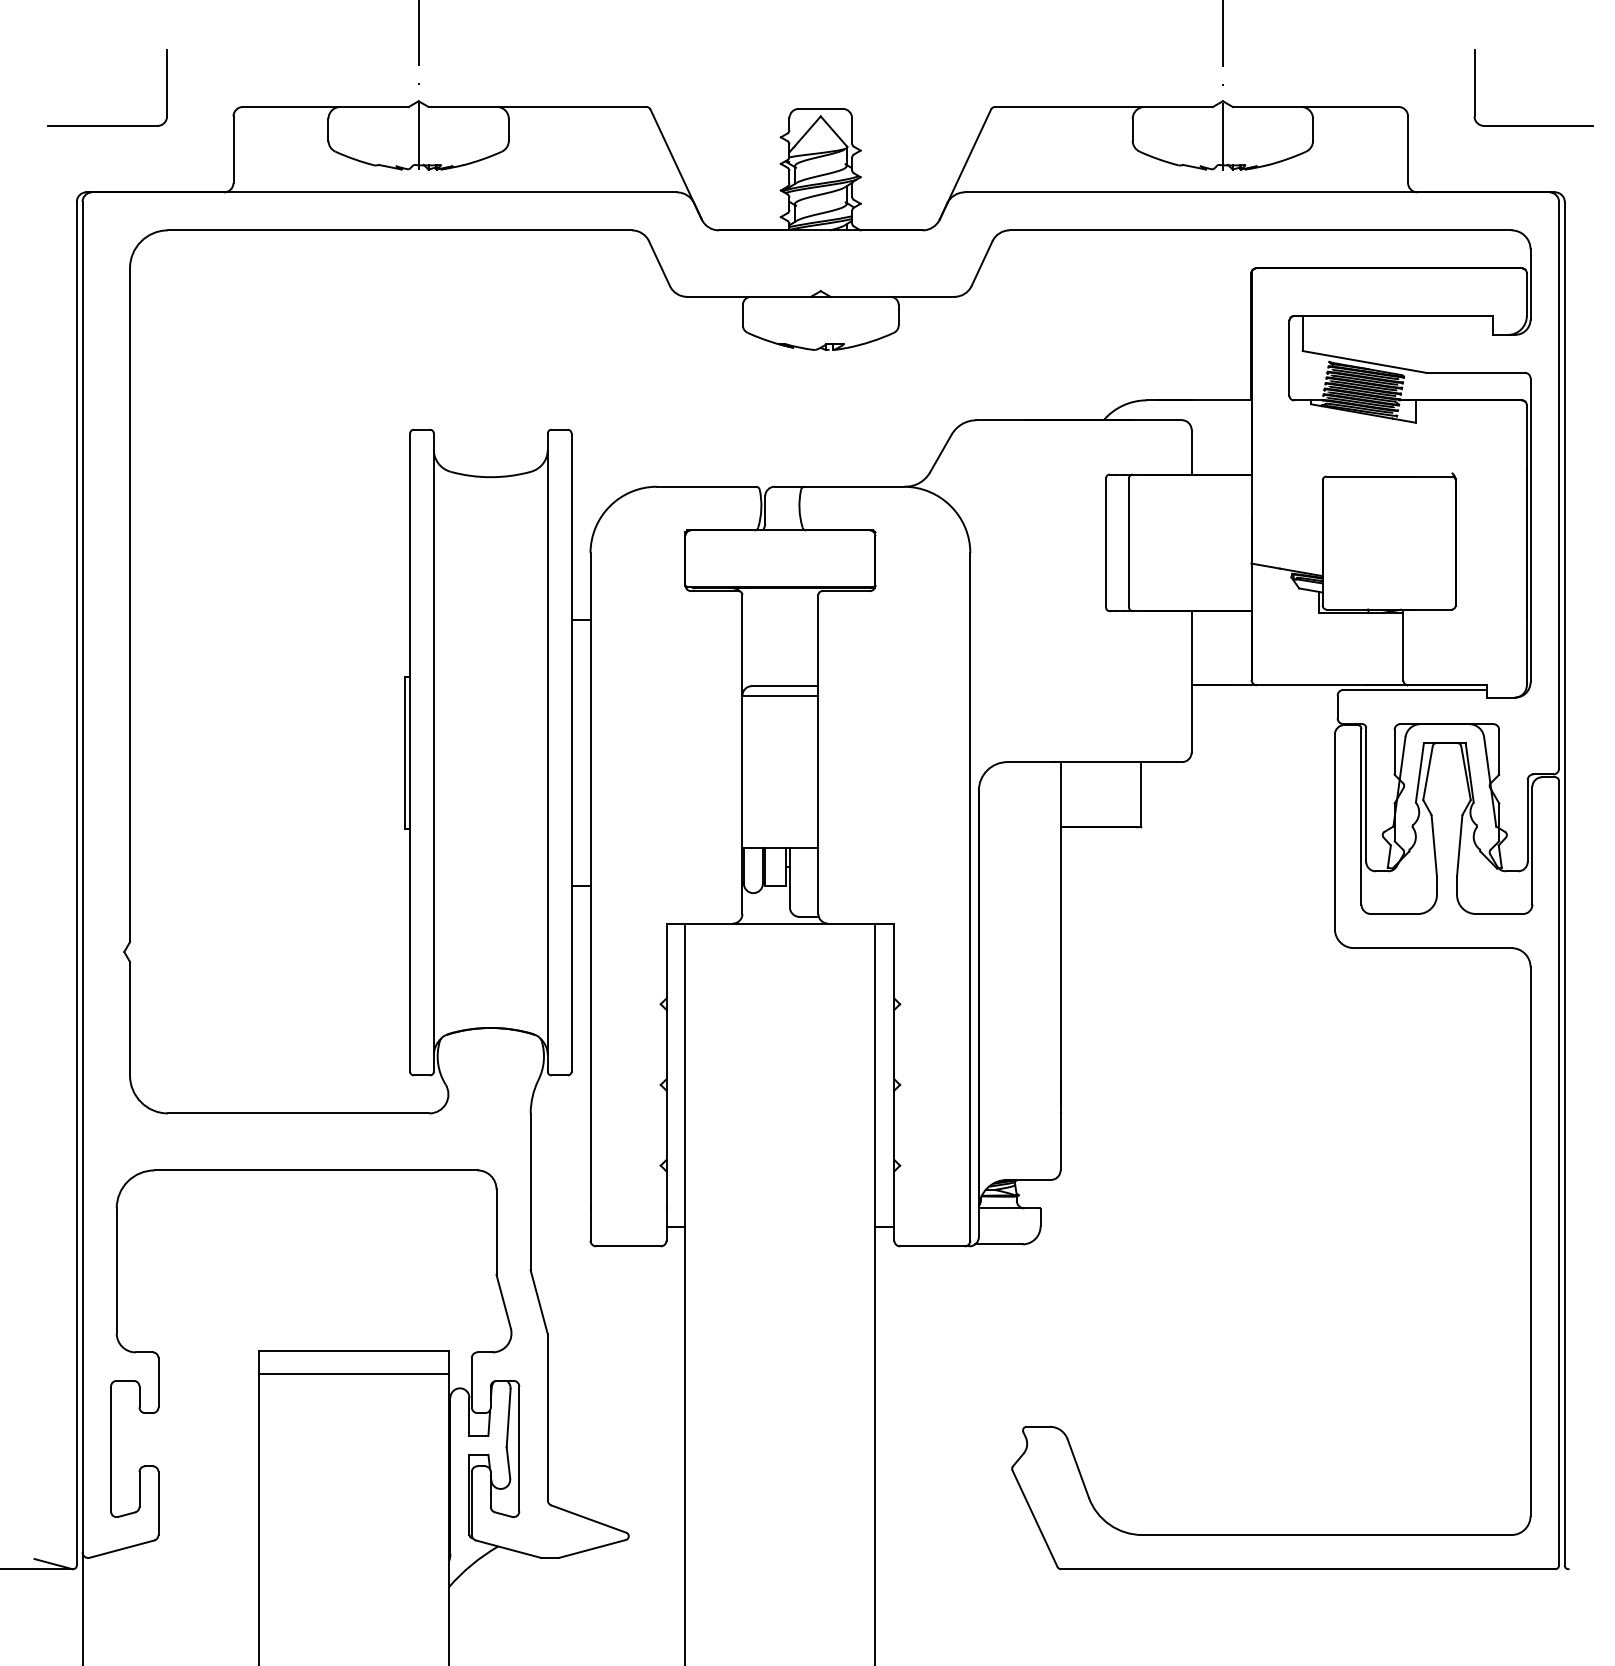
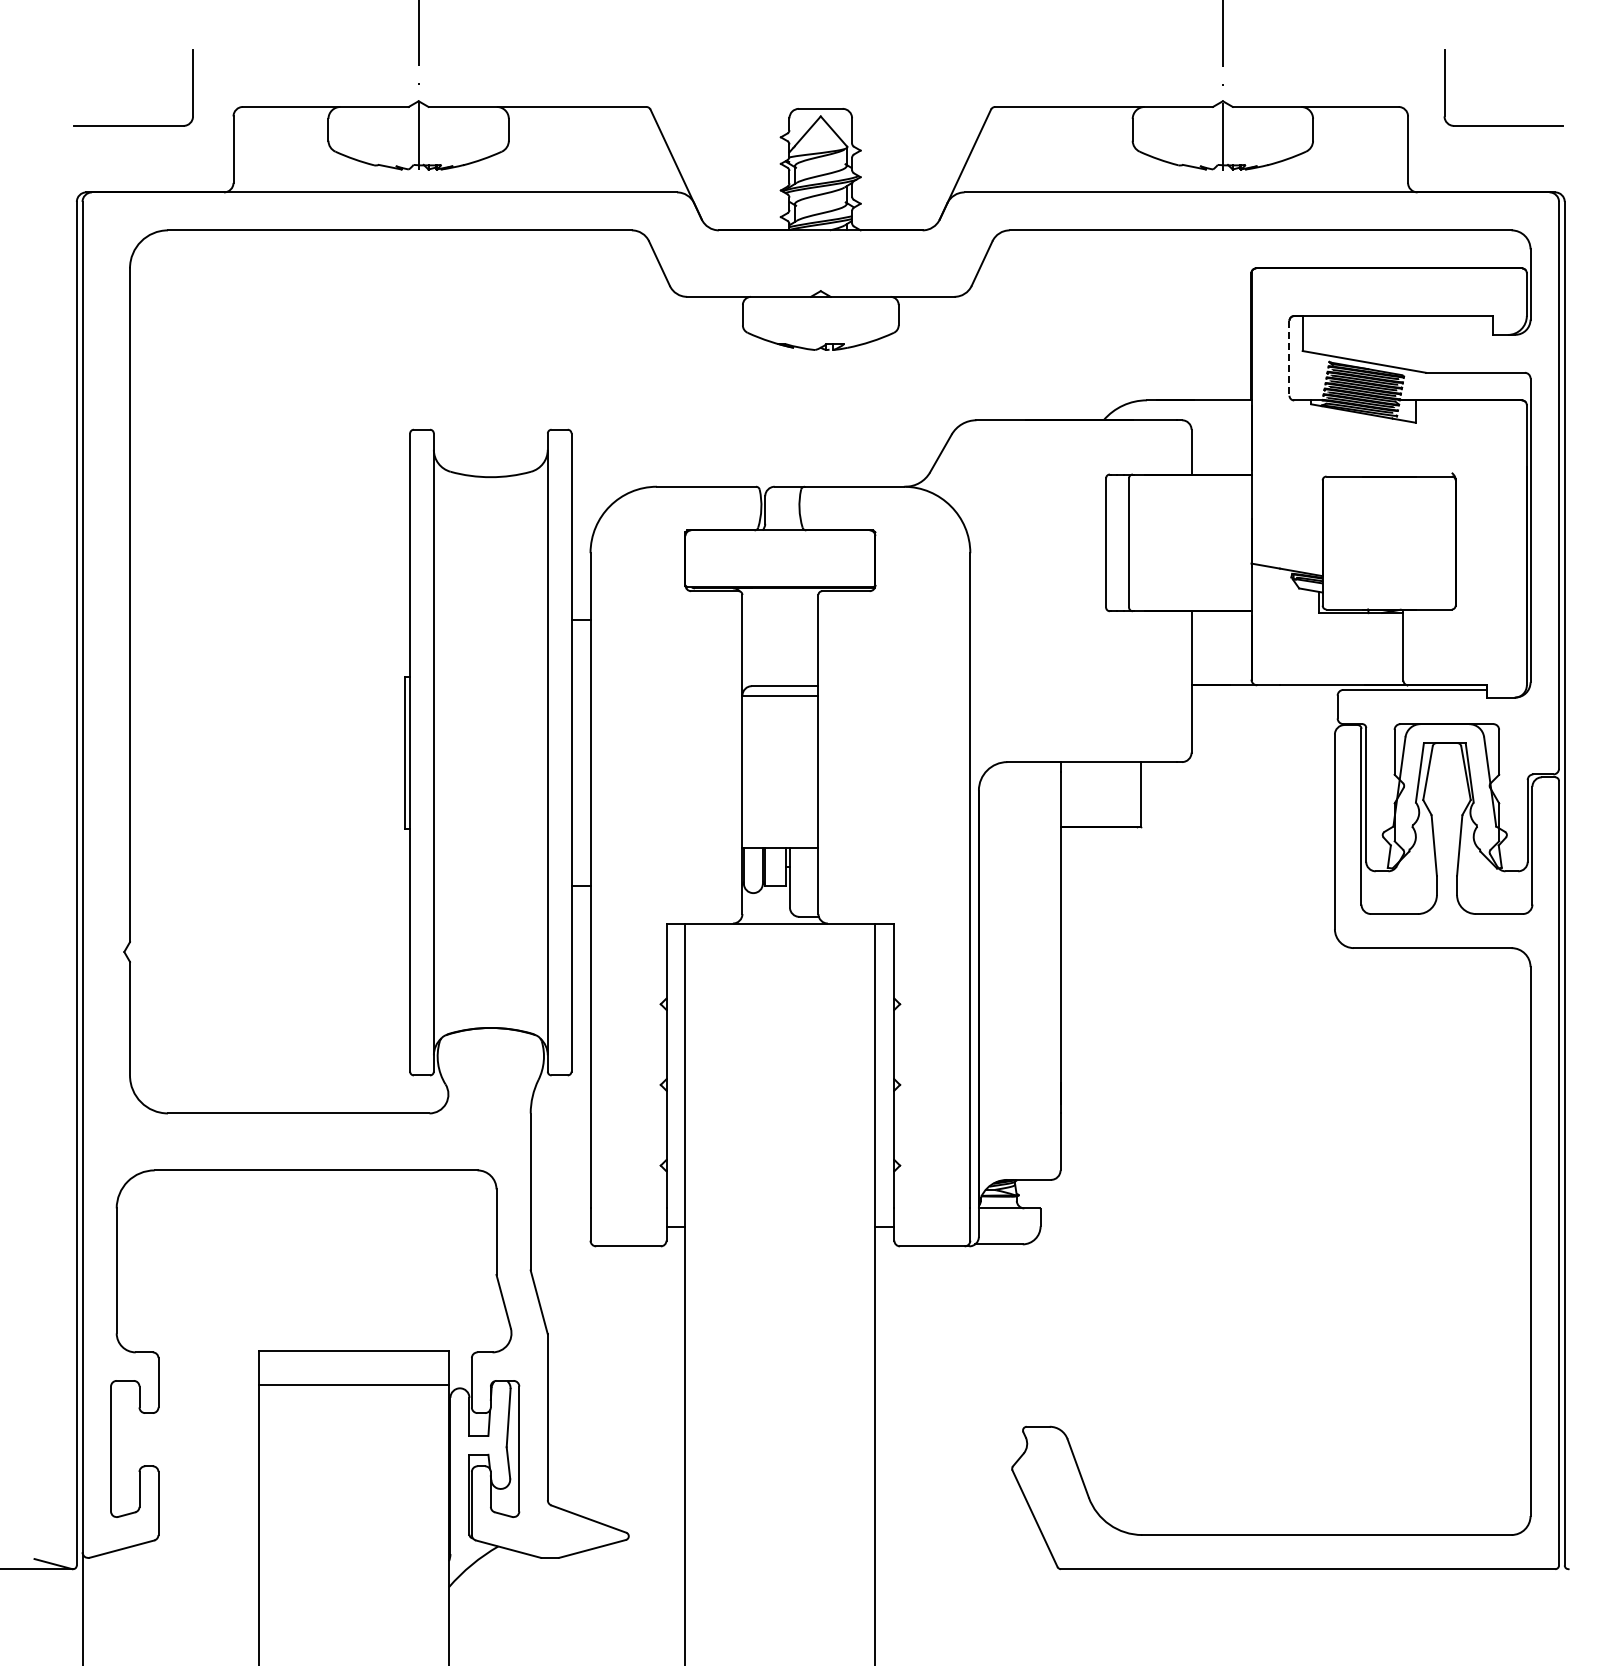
part at (107, 125) position: (107, 125) -> (133, 125)
part at (1533, 125) position: (1533, 125) -> (1503, 125)
line at (1289, 358): solid -> dashed
line at (354, 1374) position: (354, 1374) -> (354, 1385)
